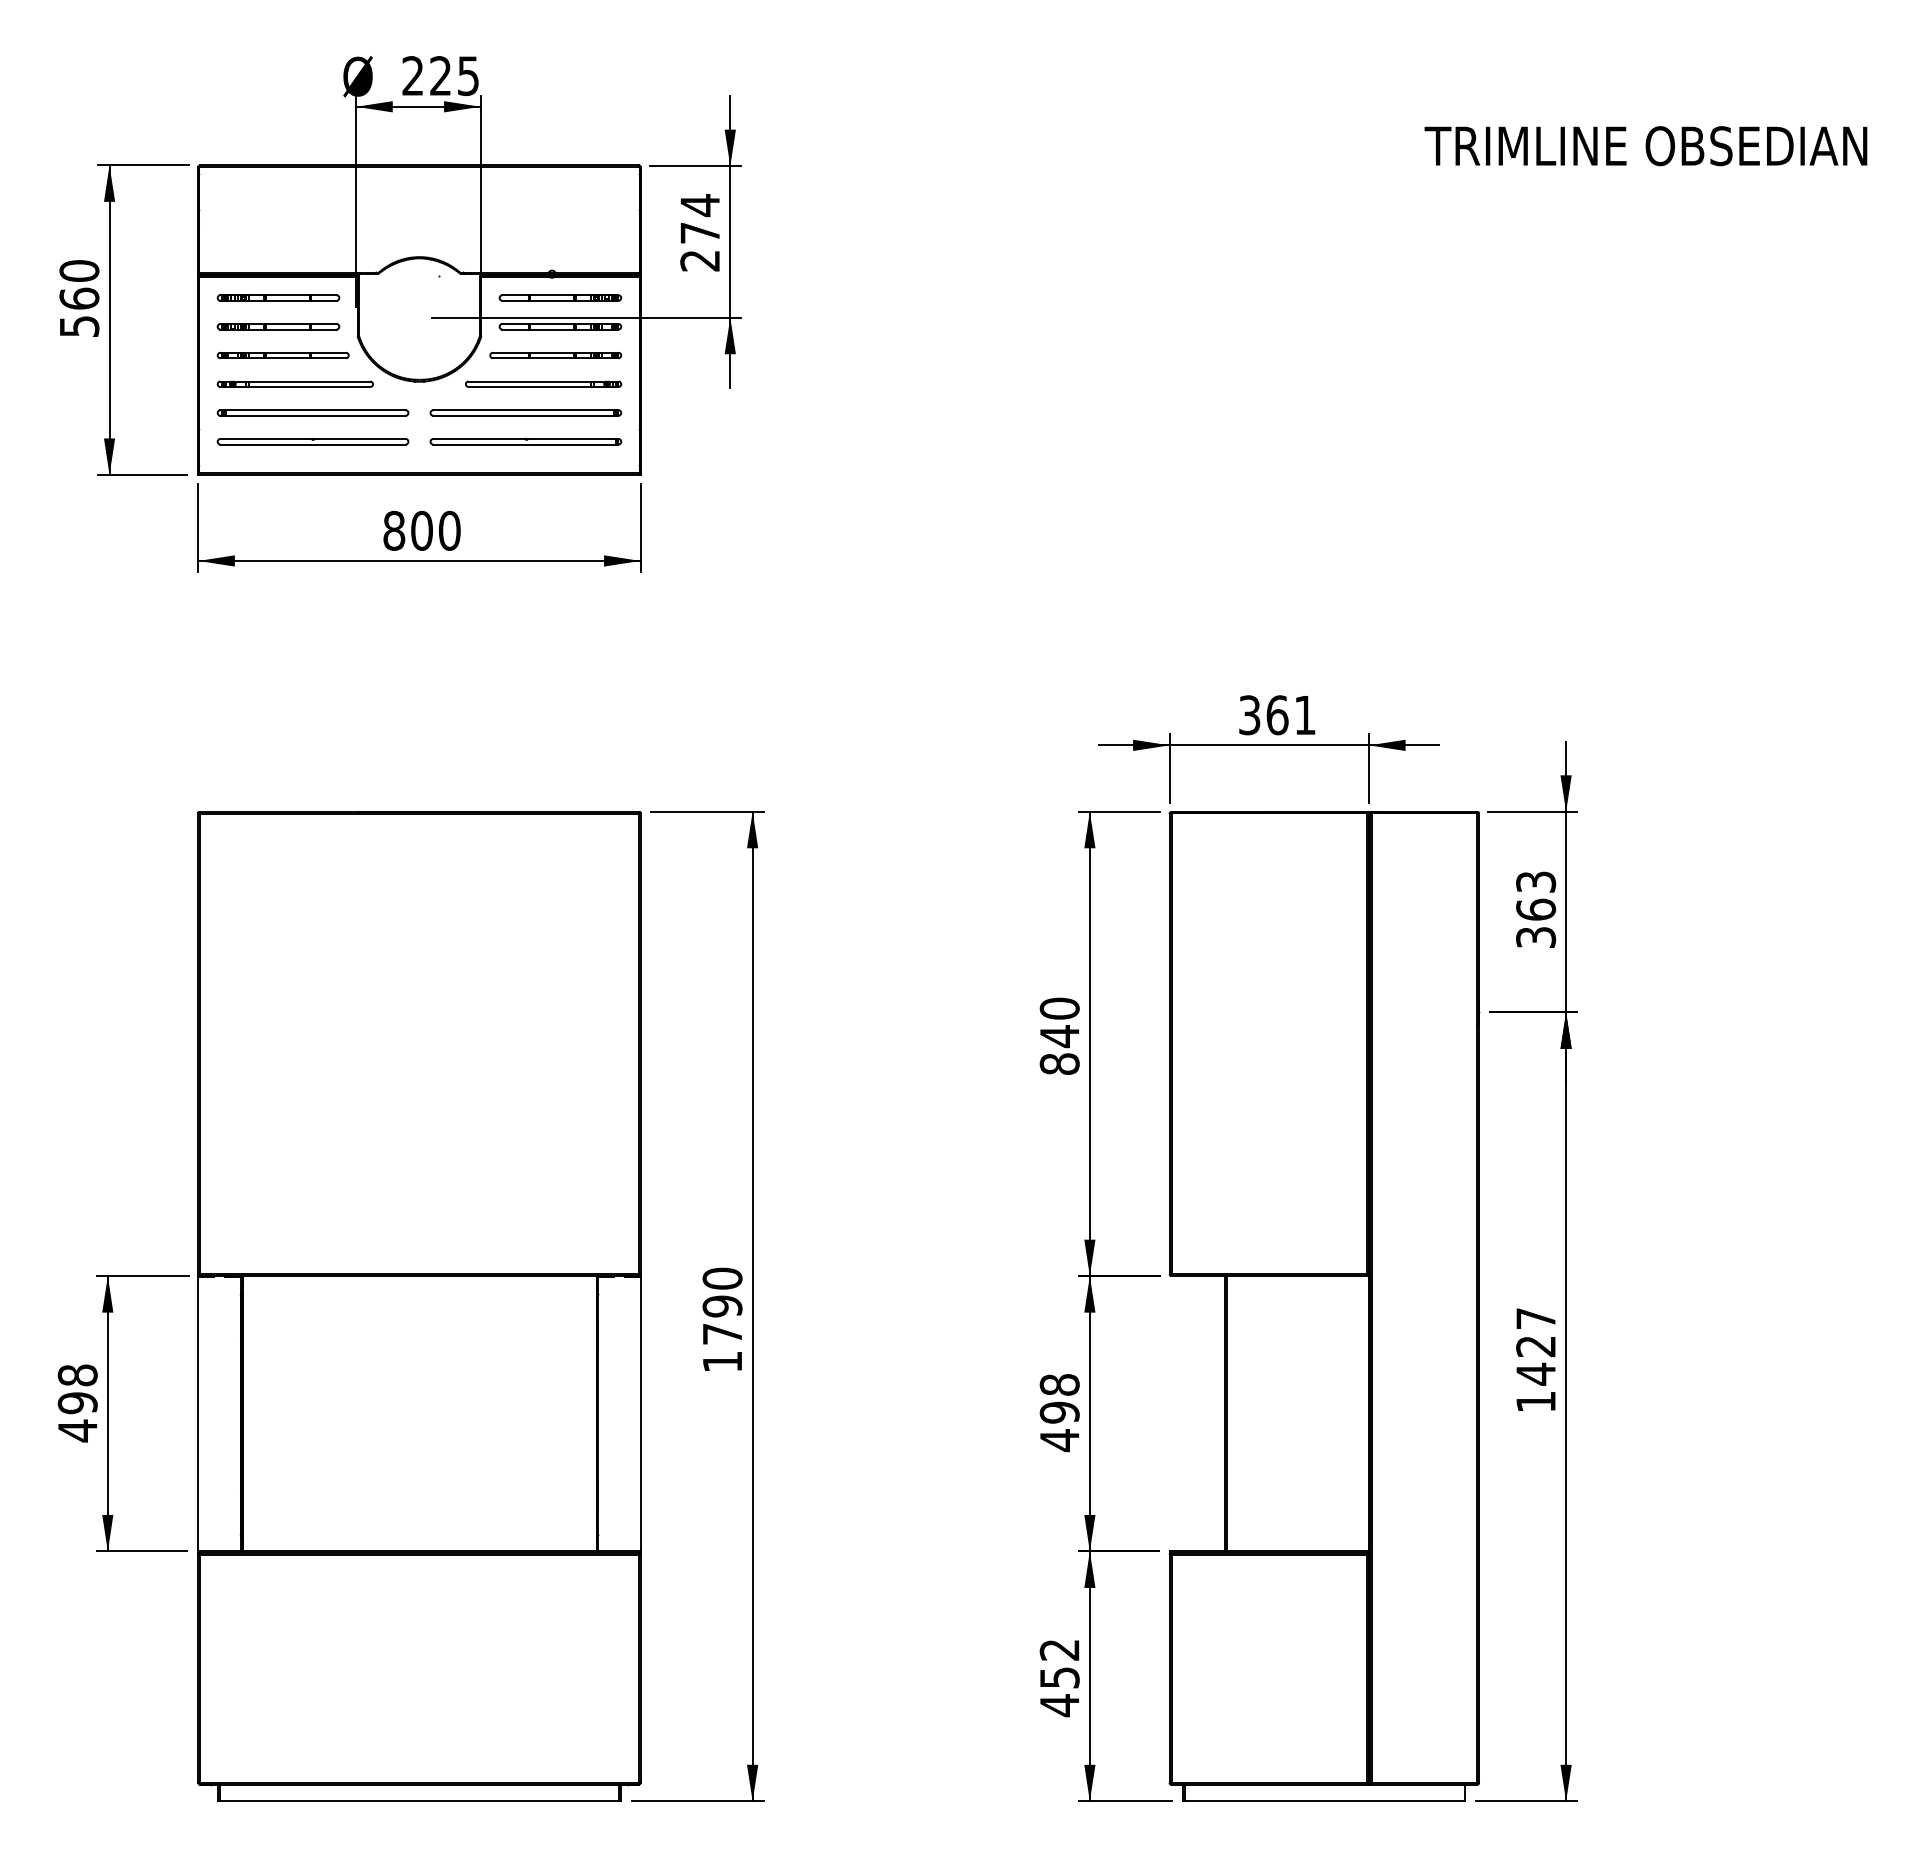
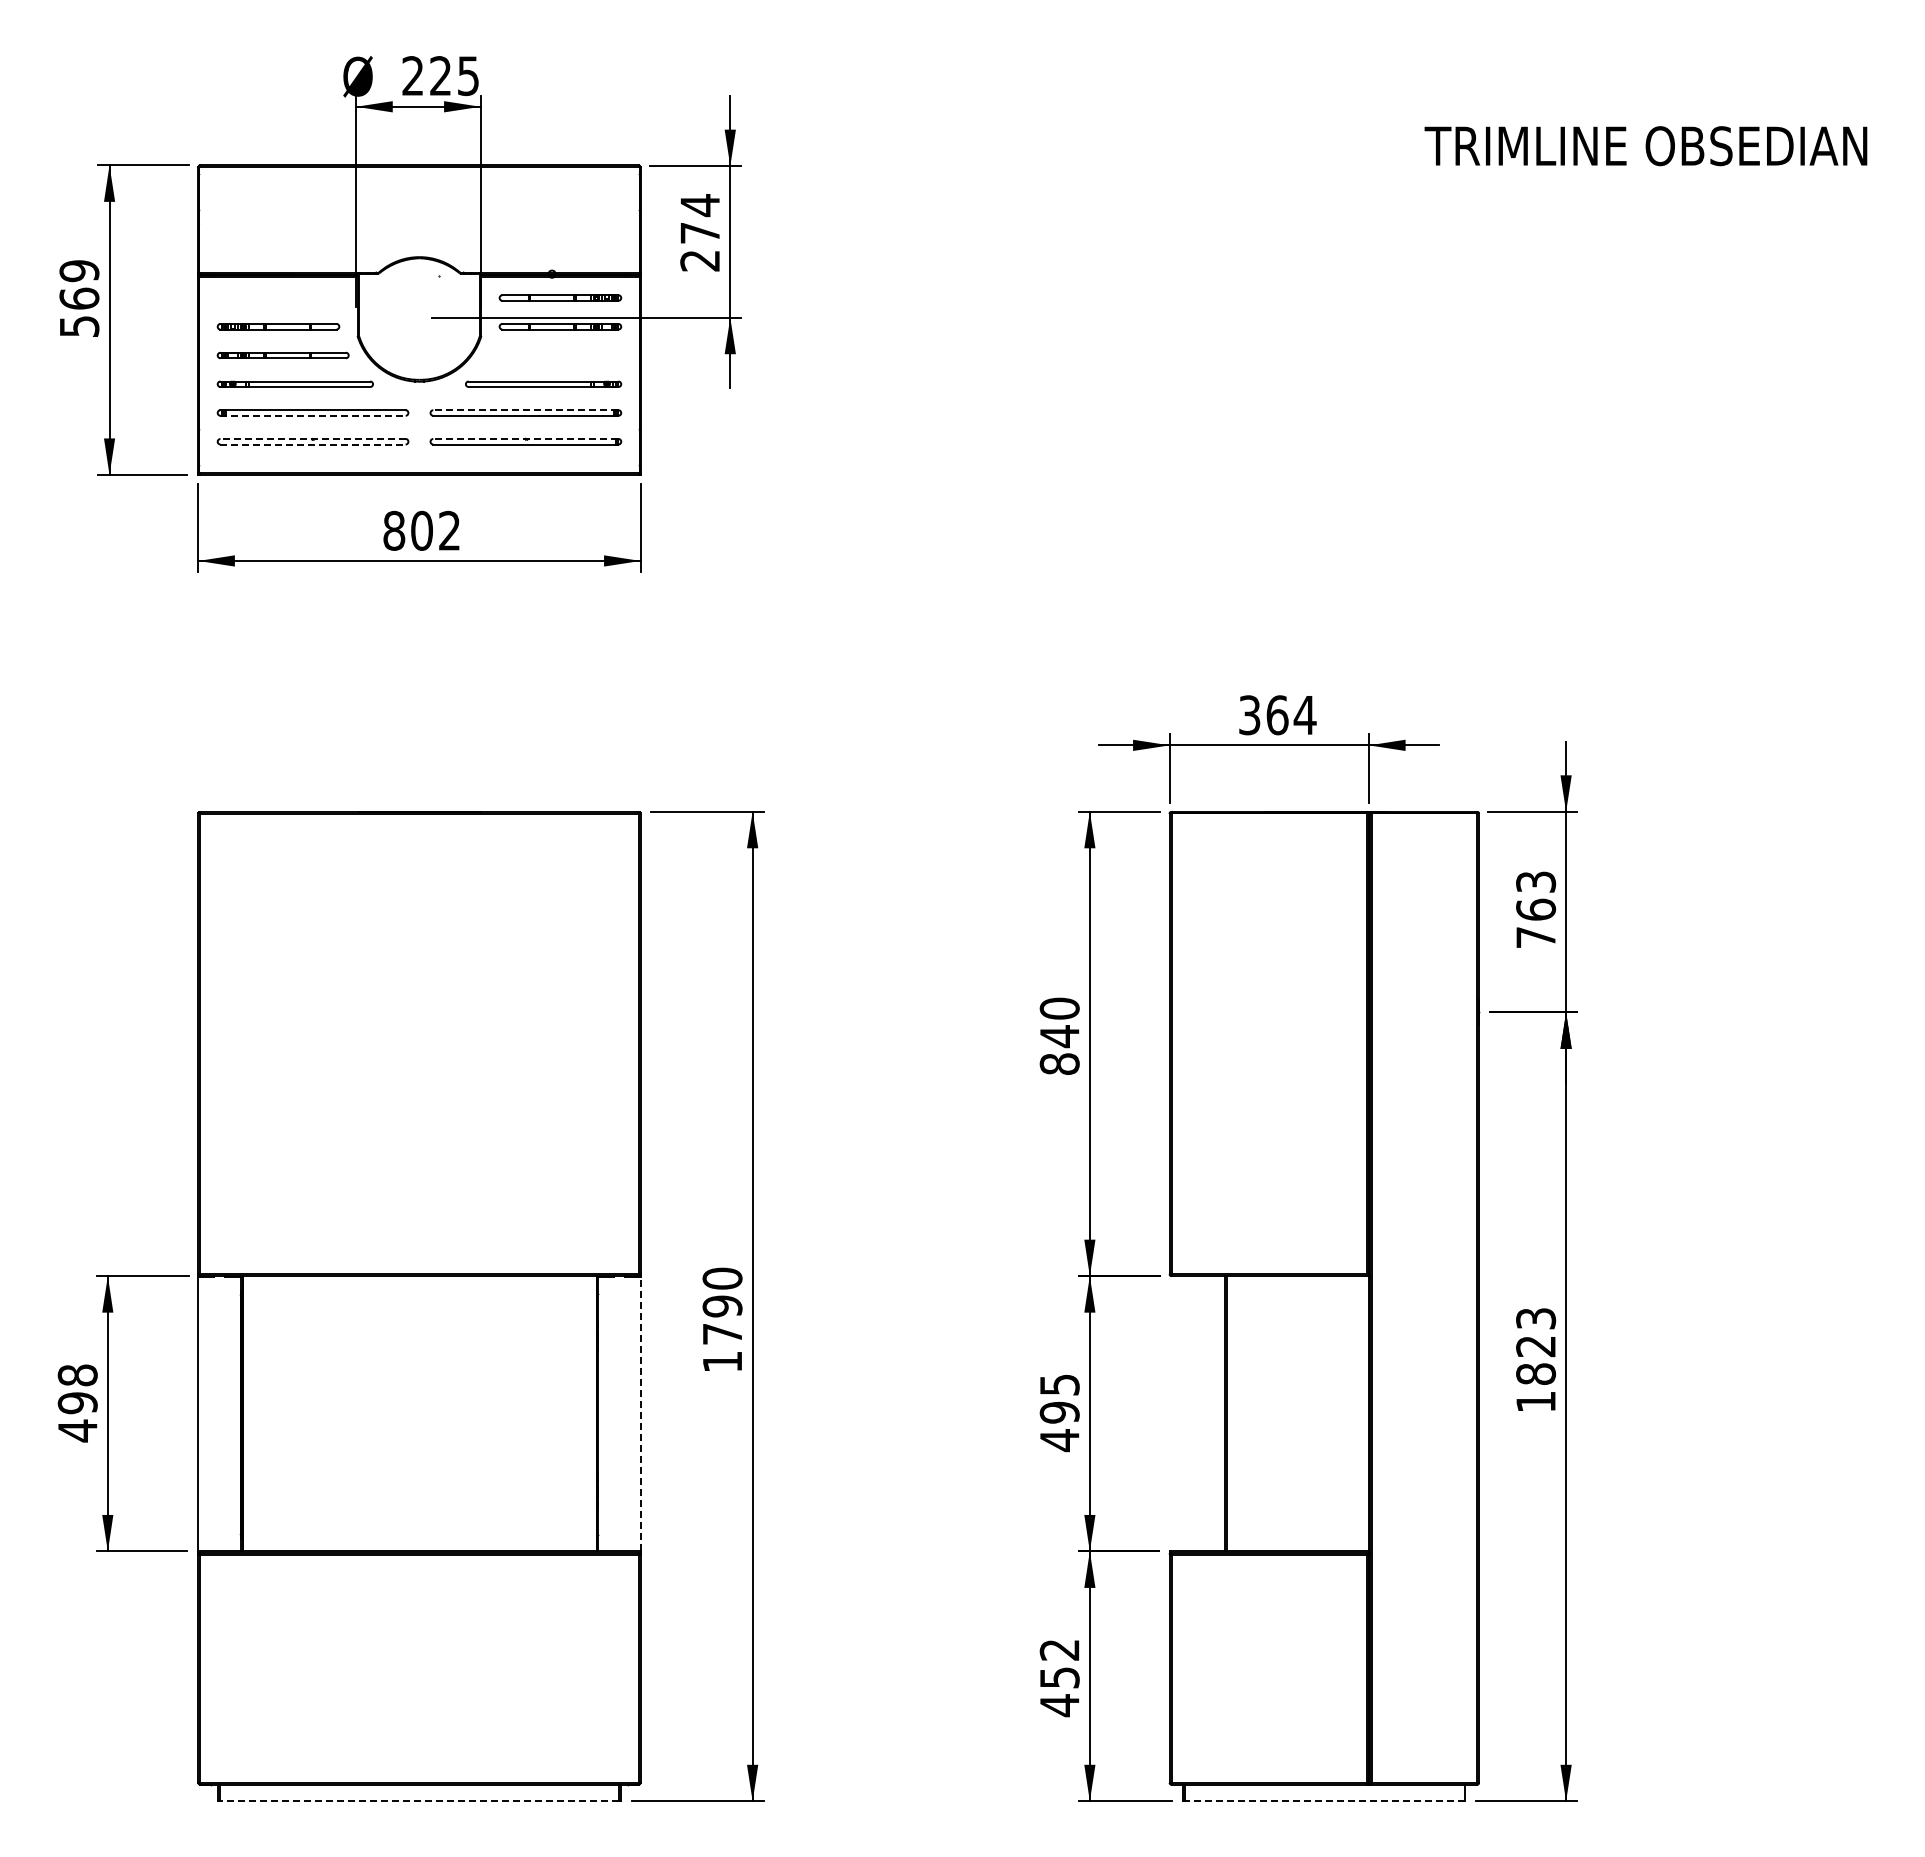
text at (79, 271): 560 -> 569
part at (278, 297): present -> none
part at (555, 355): present -> none
line at (525, 410): solid -> dashed
line at (313, 415): solid -> dashed
line at (313, 438): solid -> dashed
line at (525, 438): solid -> dashed
line at (313, 444): solid -> dashed
text at (449, 530): 800 -> 802
text at (1304, 715): 361 -> 364
text at (1536, 937): 363 -> 763
text at (1536, 1346): 1427 -> 1823
text at (1059, 1384): 498 -> 495
line at (640, 1413): solid -> dashed
line at (419, 1801): solid -> dashed
line at (1325, 1801): solid -> dashed
